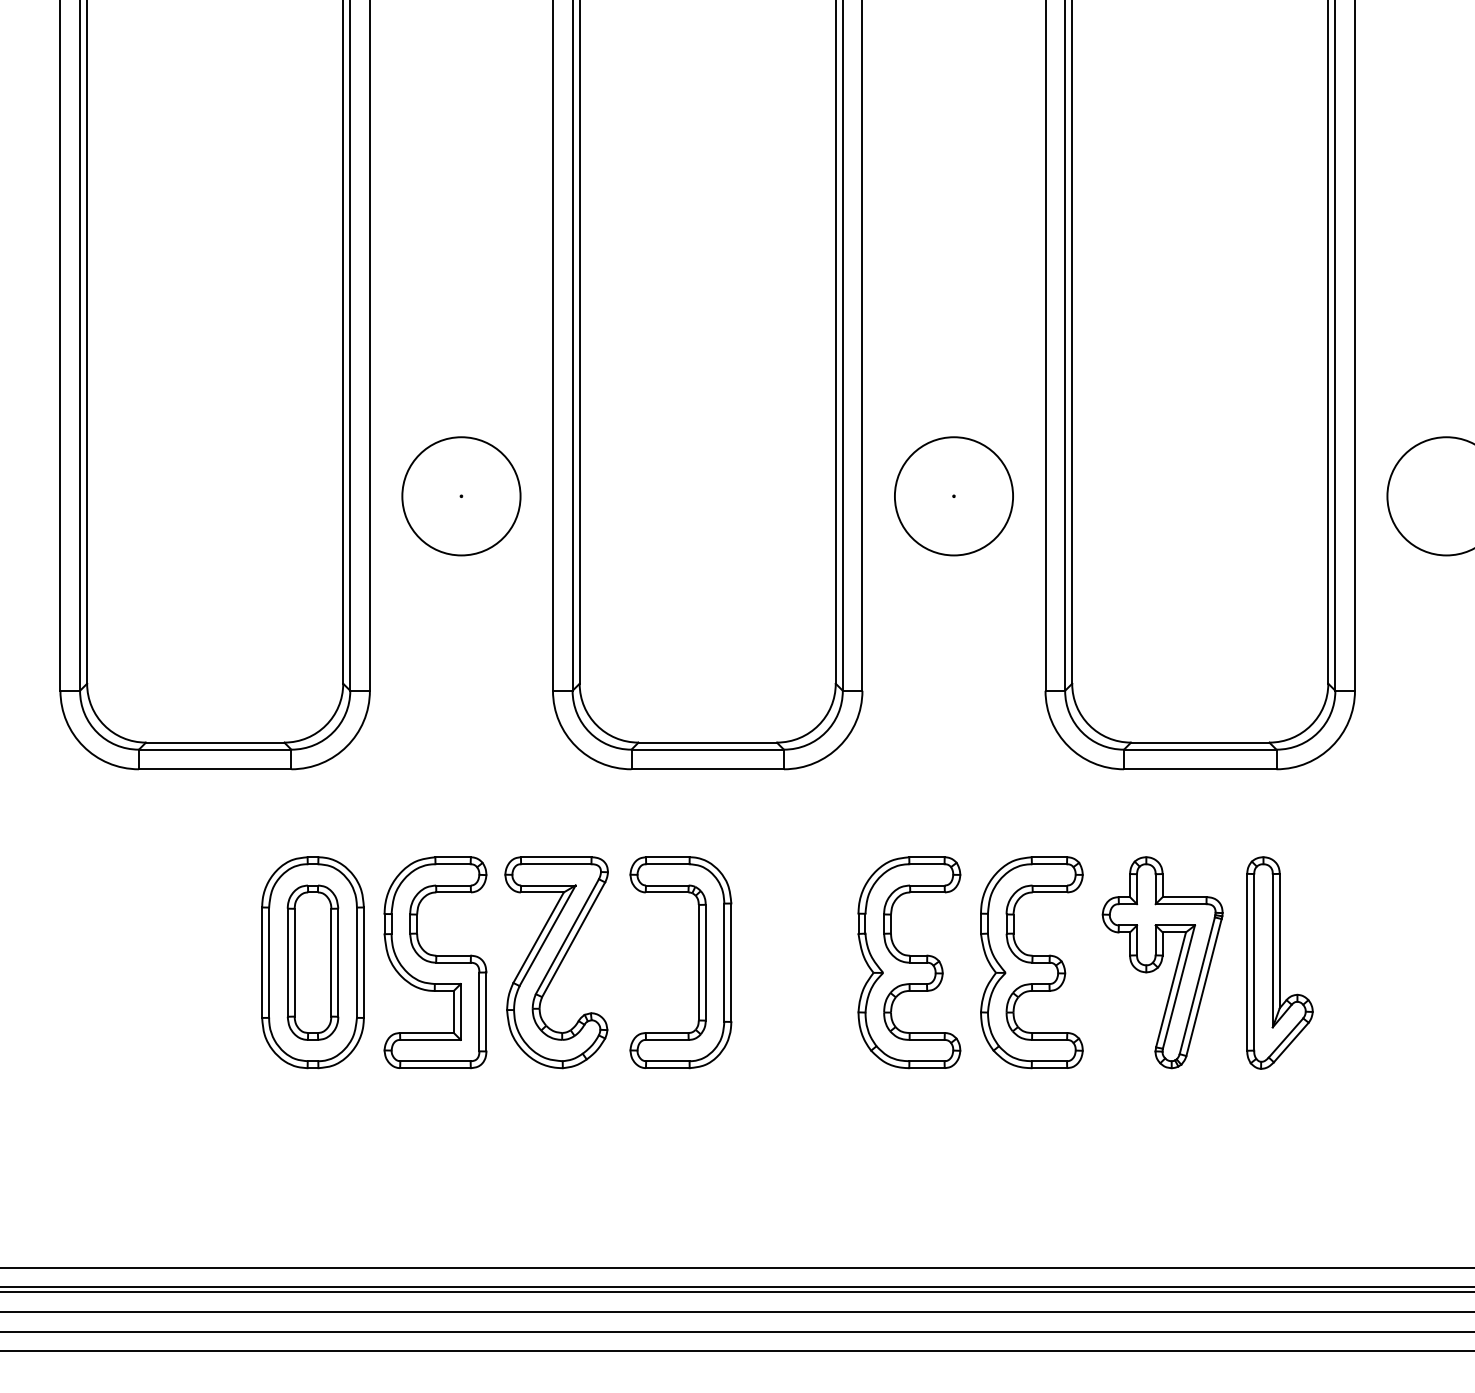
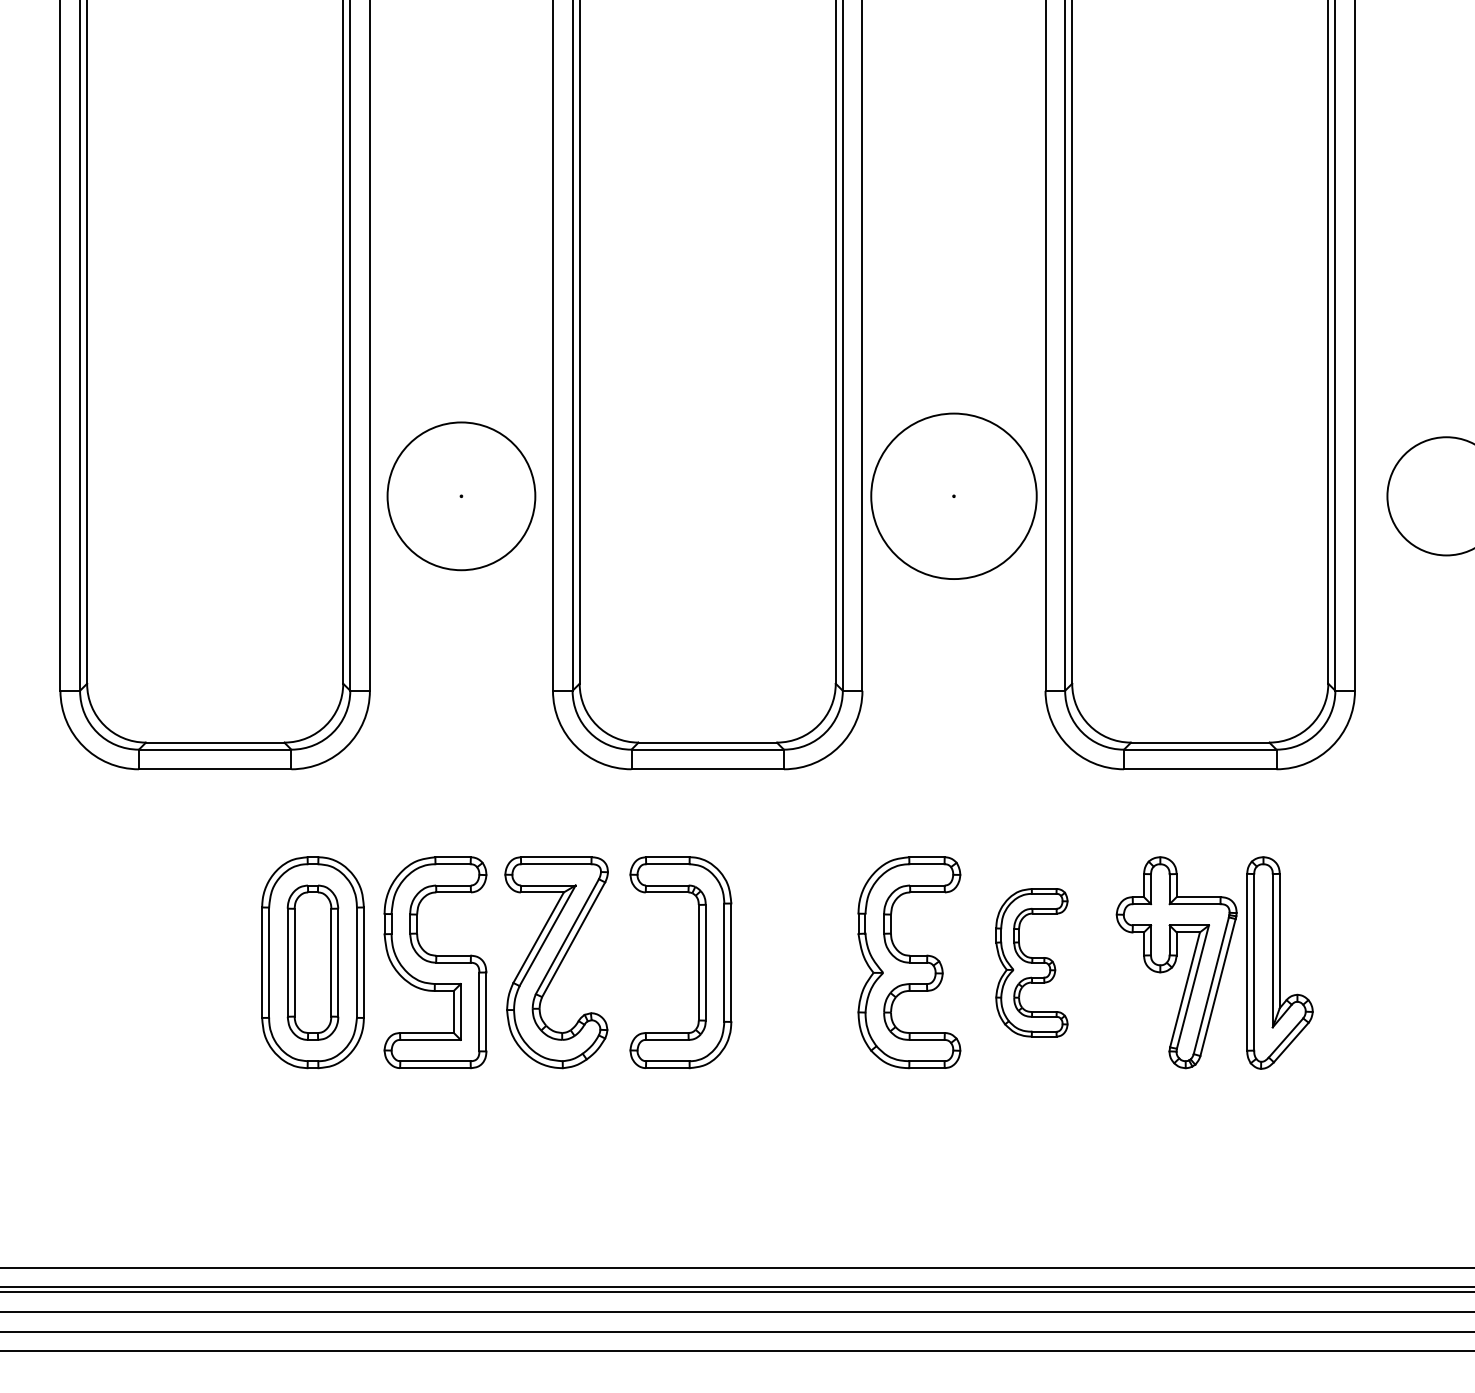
circle at (461, 496) diameter: 118 px -> 148 px
circle at (953, 496) diameter: 118 px -> 165 px
part at (1031, 962) size: 104x214 px -> 74x150 px
part at (1162, 962) position: (1162, 962) -> (1176, 962)
